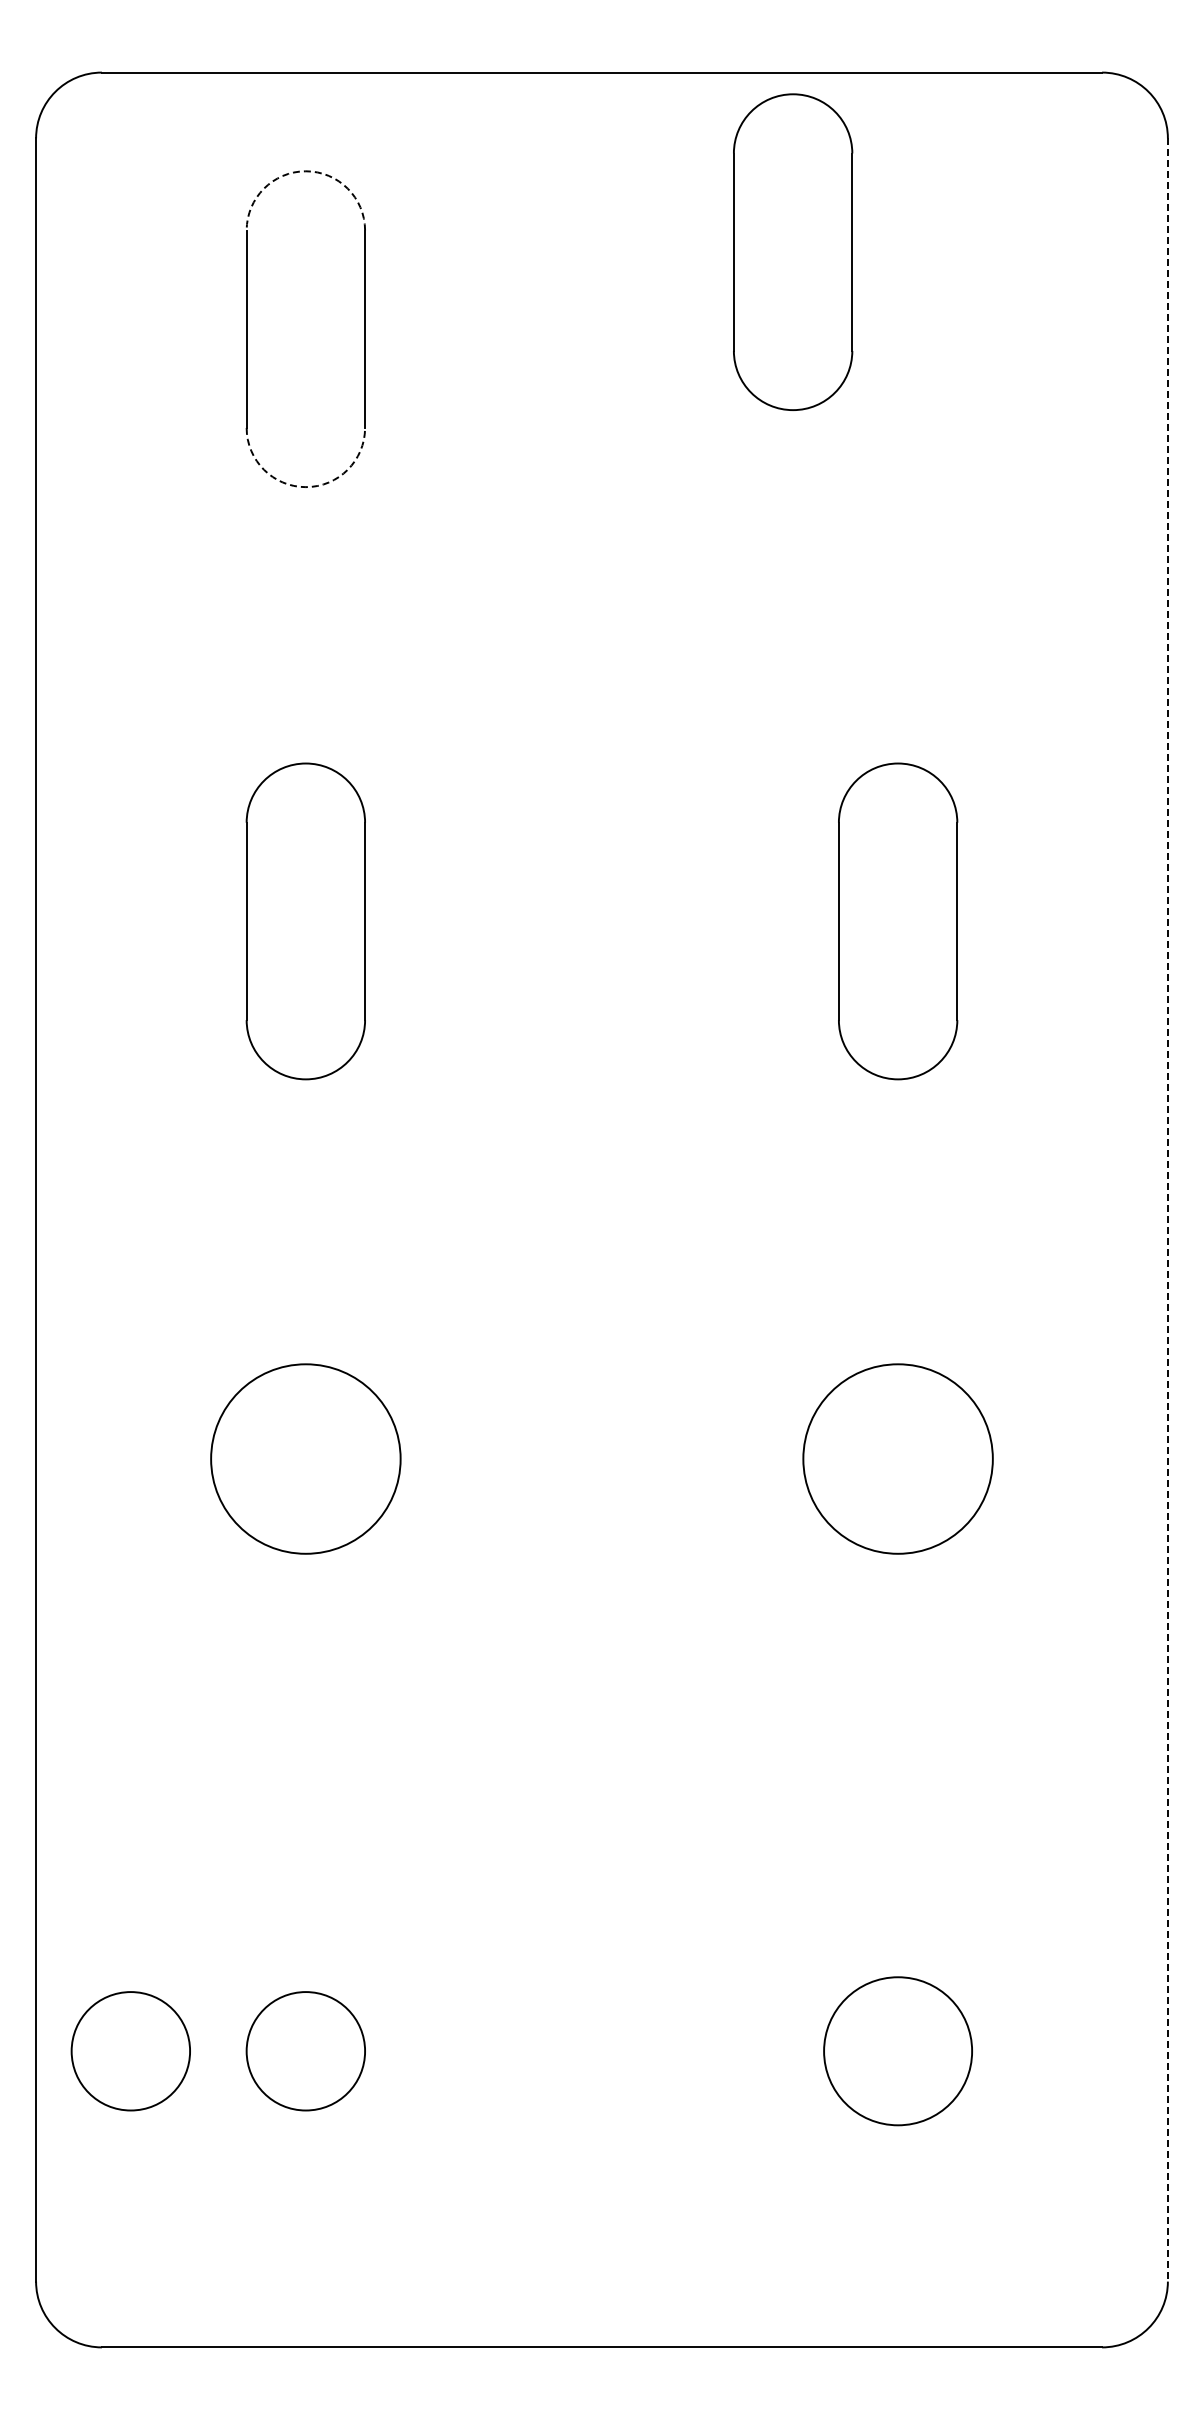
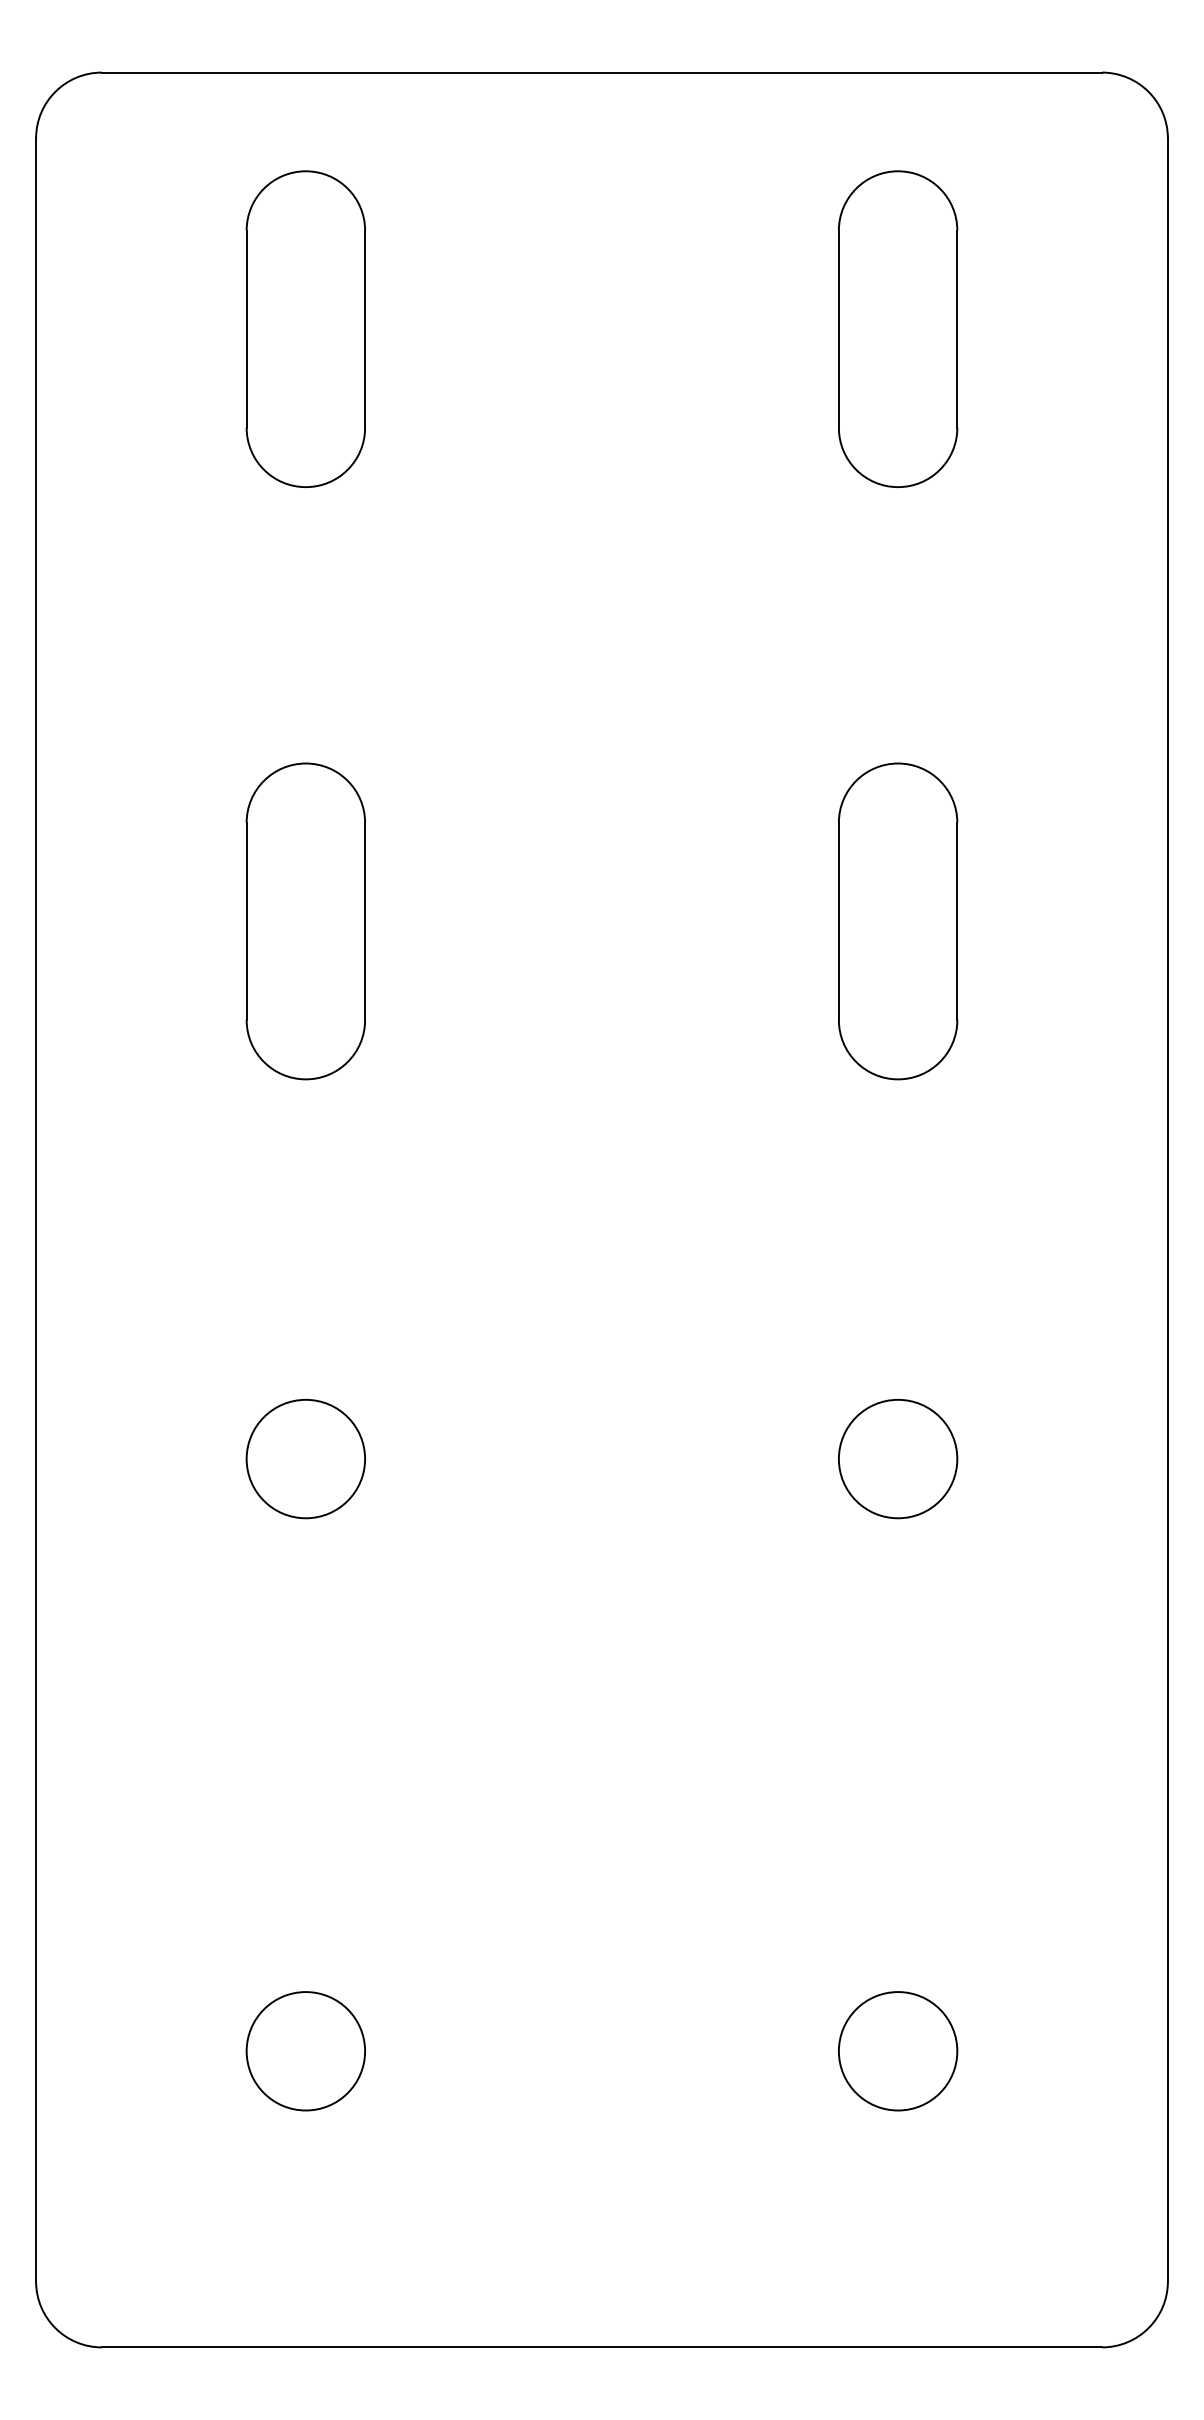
arc at (305, 171): dashed -> solid
part at (793, 251) position: (793, 251) -> (898, 328)
arc at (305, 487): dashed -> solid
line at (1167, 1210): dashed -> solid
circle at (305, 1458) diameter: 190 px -> 118 px
circle at (897, 1458) diameter: 190 px -> 118 px
circle at (130, 2051): present -> none
circle at (898, 2051) diameter: 148 px -> 118 px
